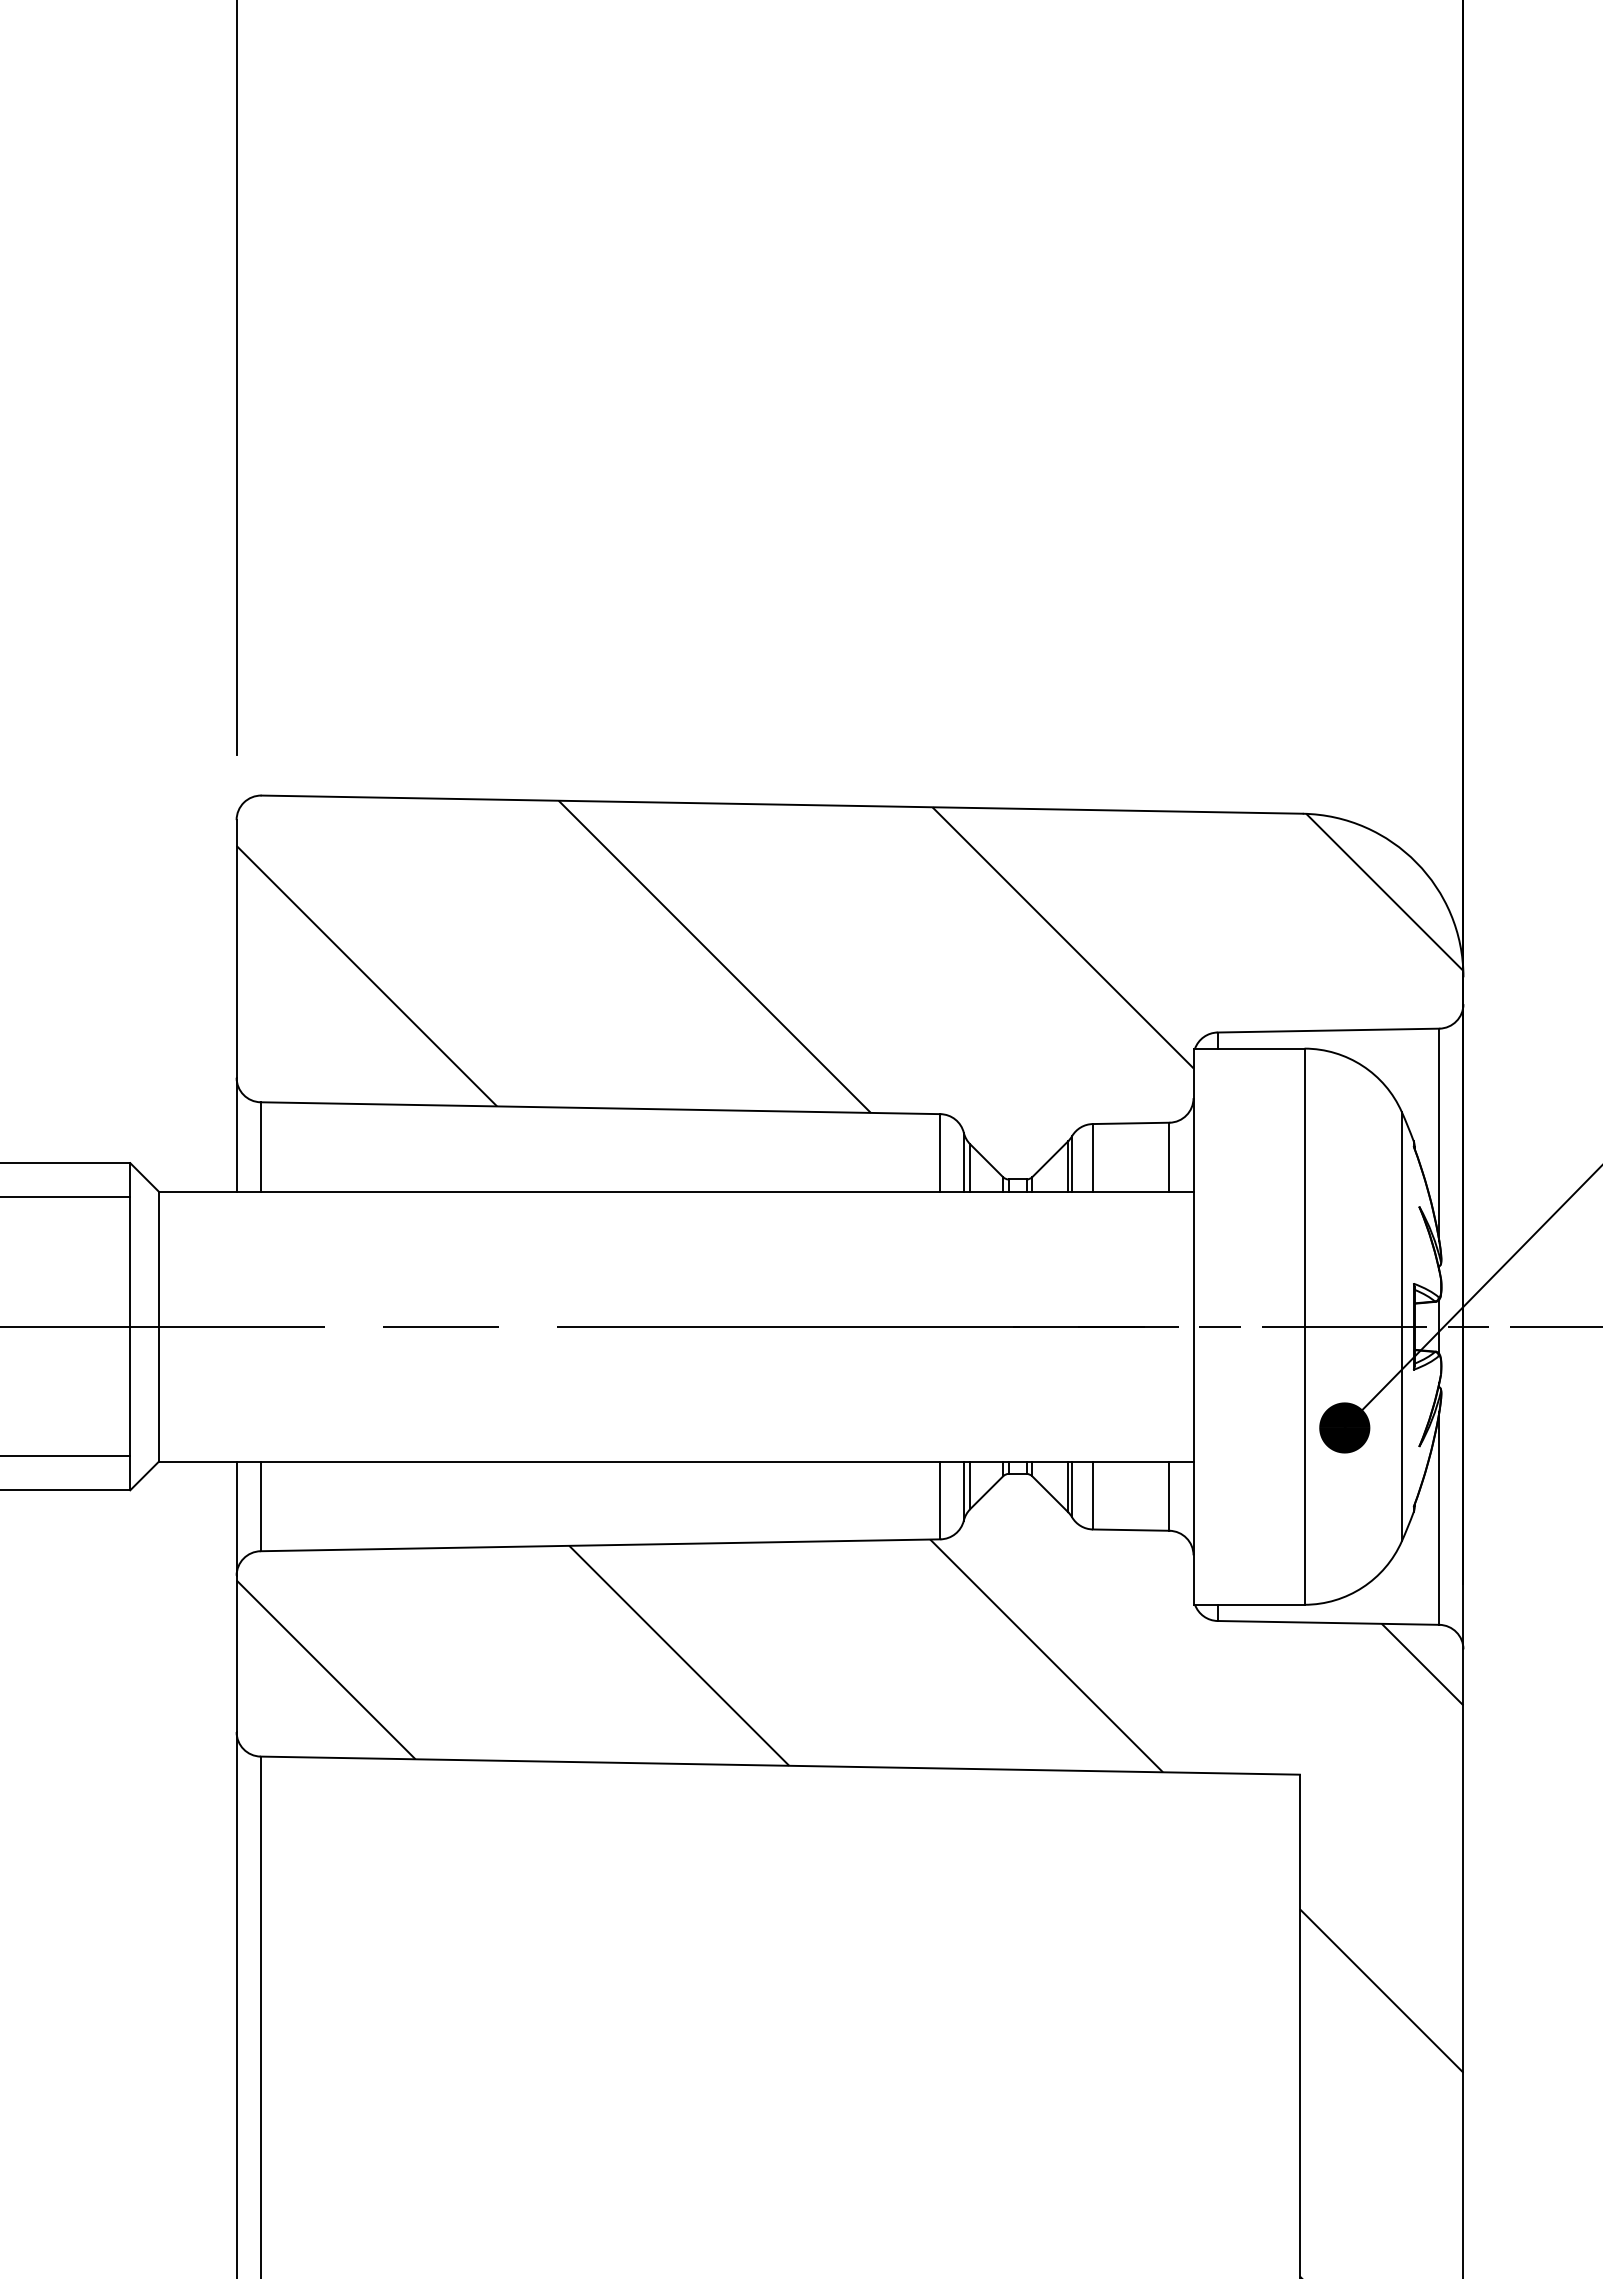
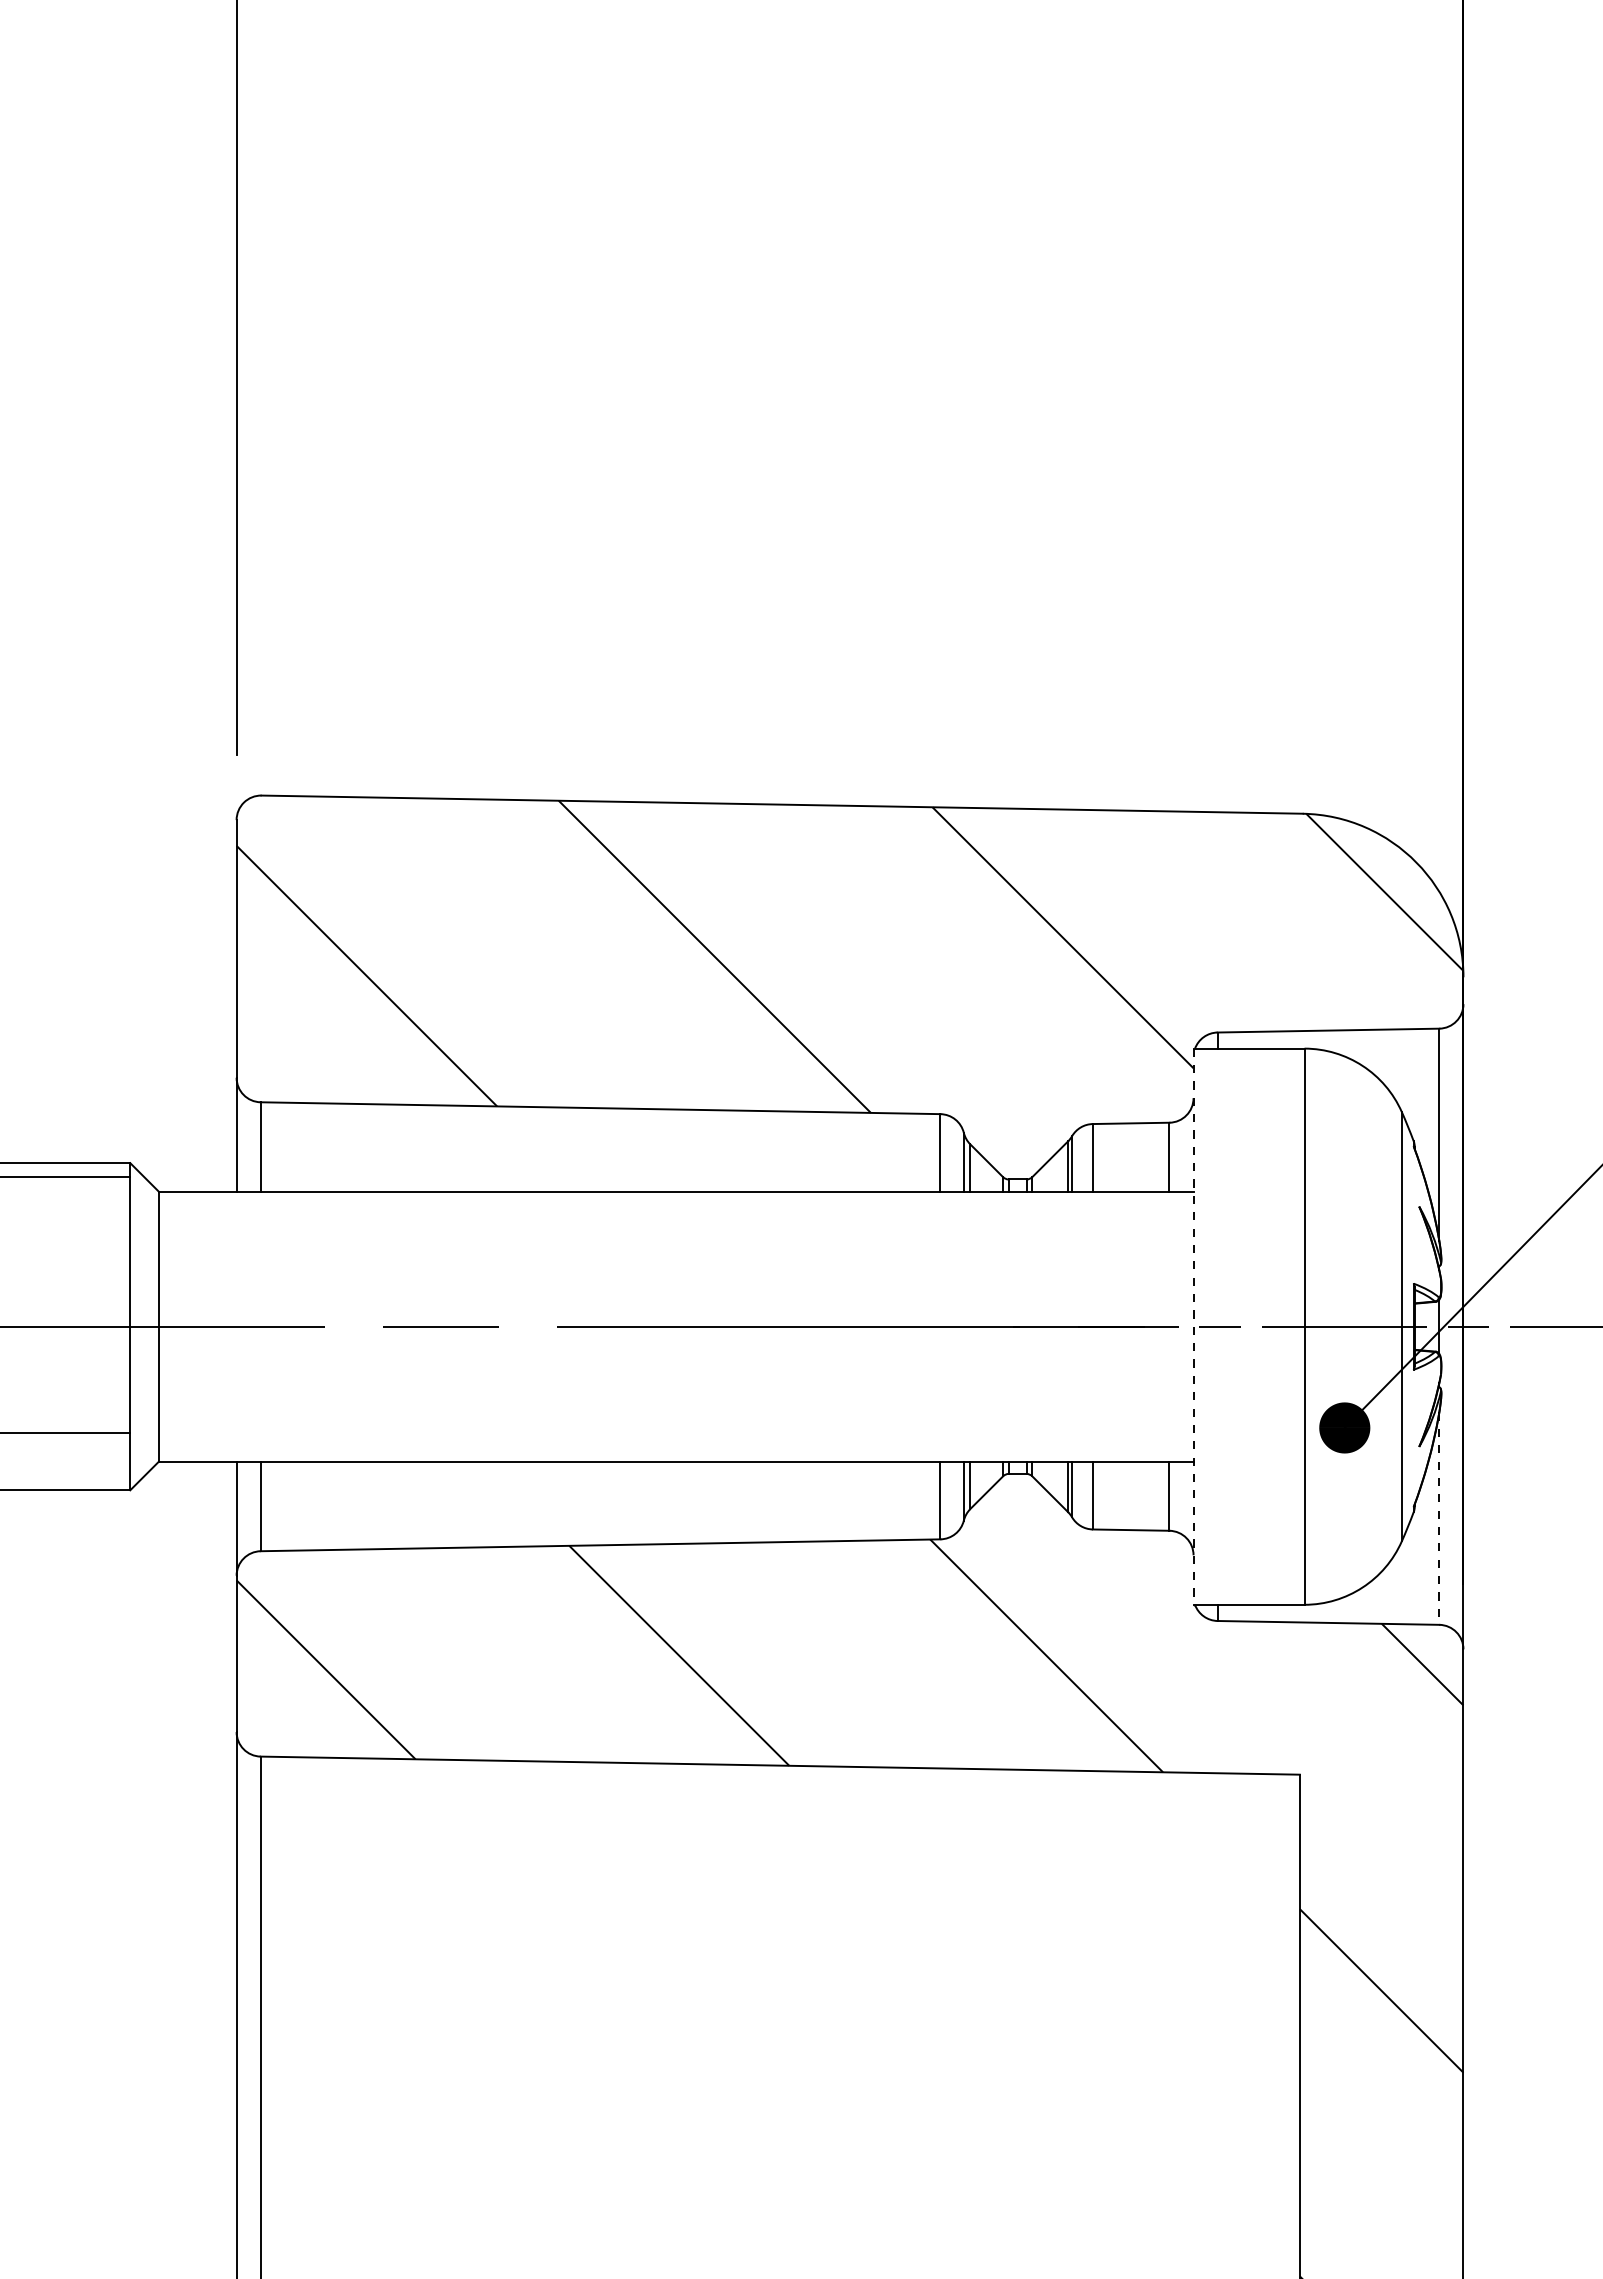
line at (66, 1197) position: (66, 1197) -> (66, 1177)
line at (1193, 1327): solid -> dashed
line at (66, 1456) position: (66, 1456) -> (66, 1433)
line at (1439, 1519): solid -> dashed
